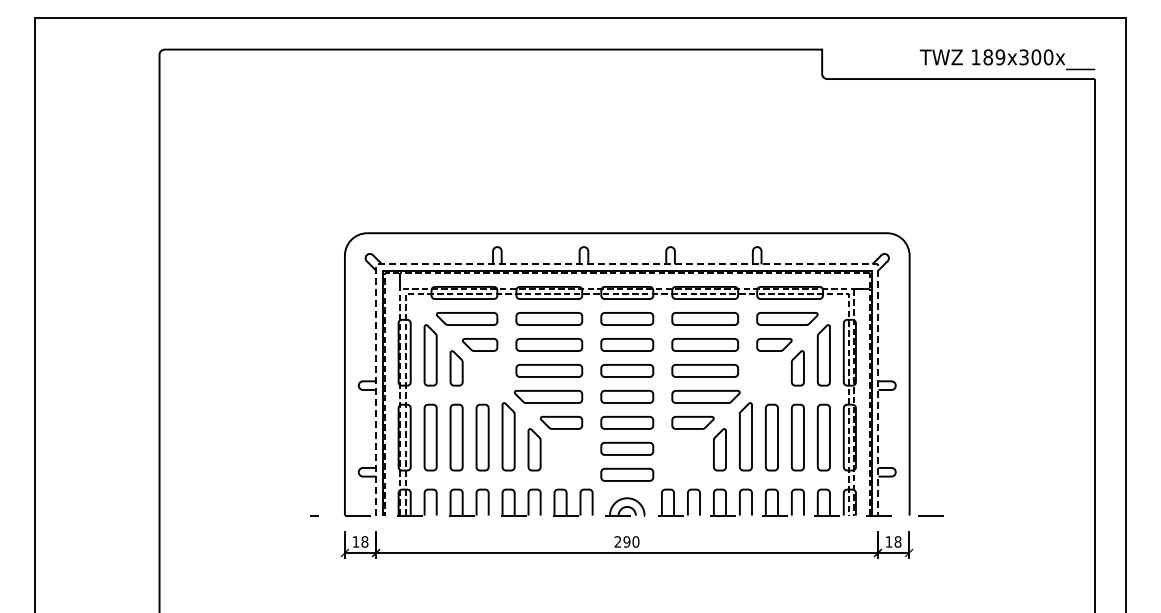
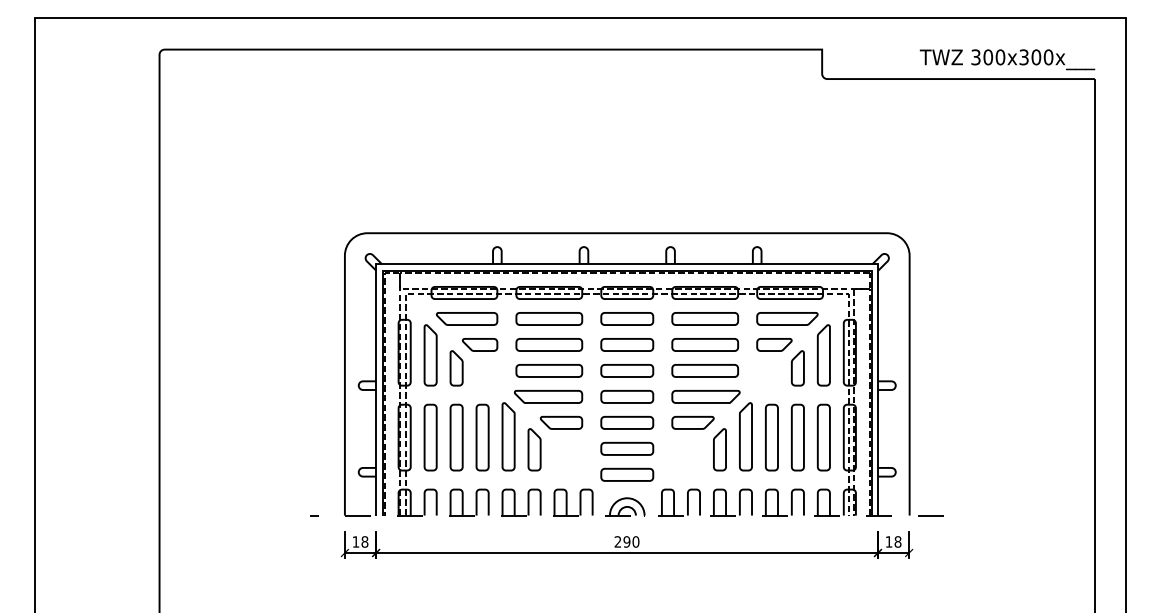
text at (988, 57): 189x300x___ -> 300x300x___
line at (627, 264): dashed -> solid
